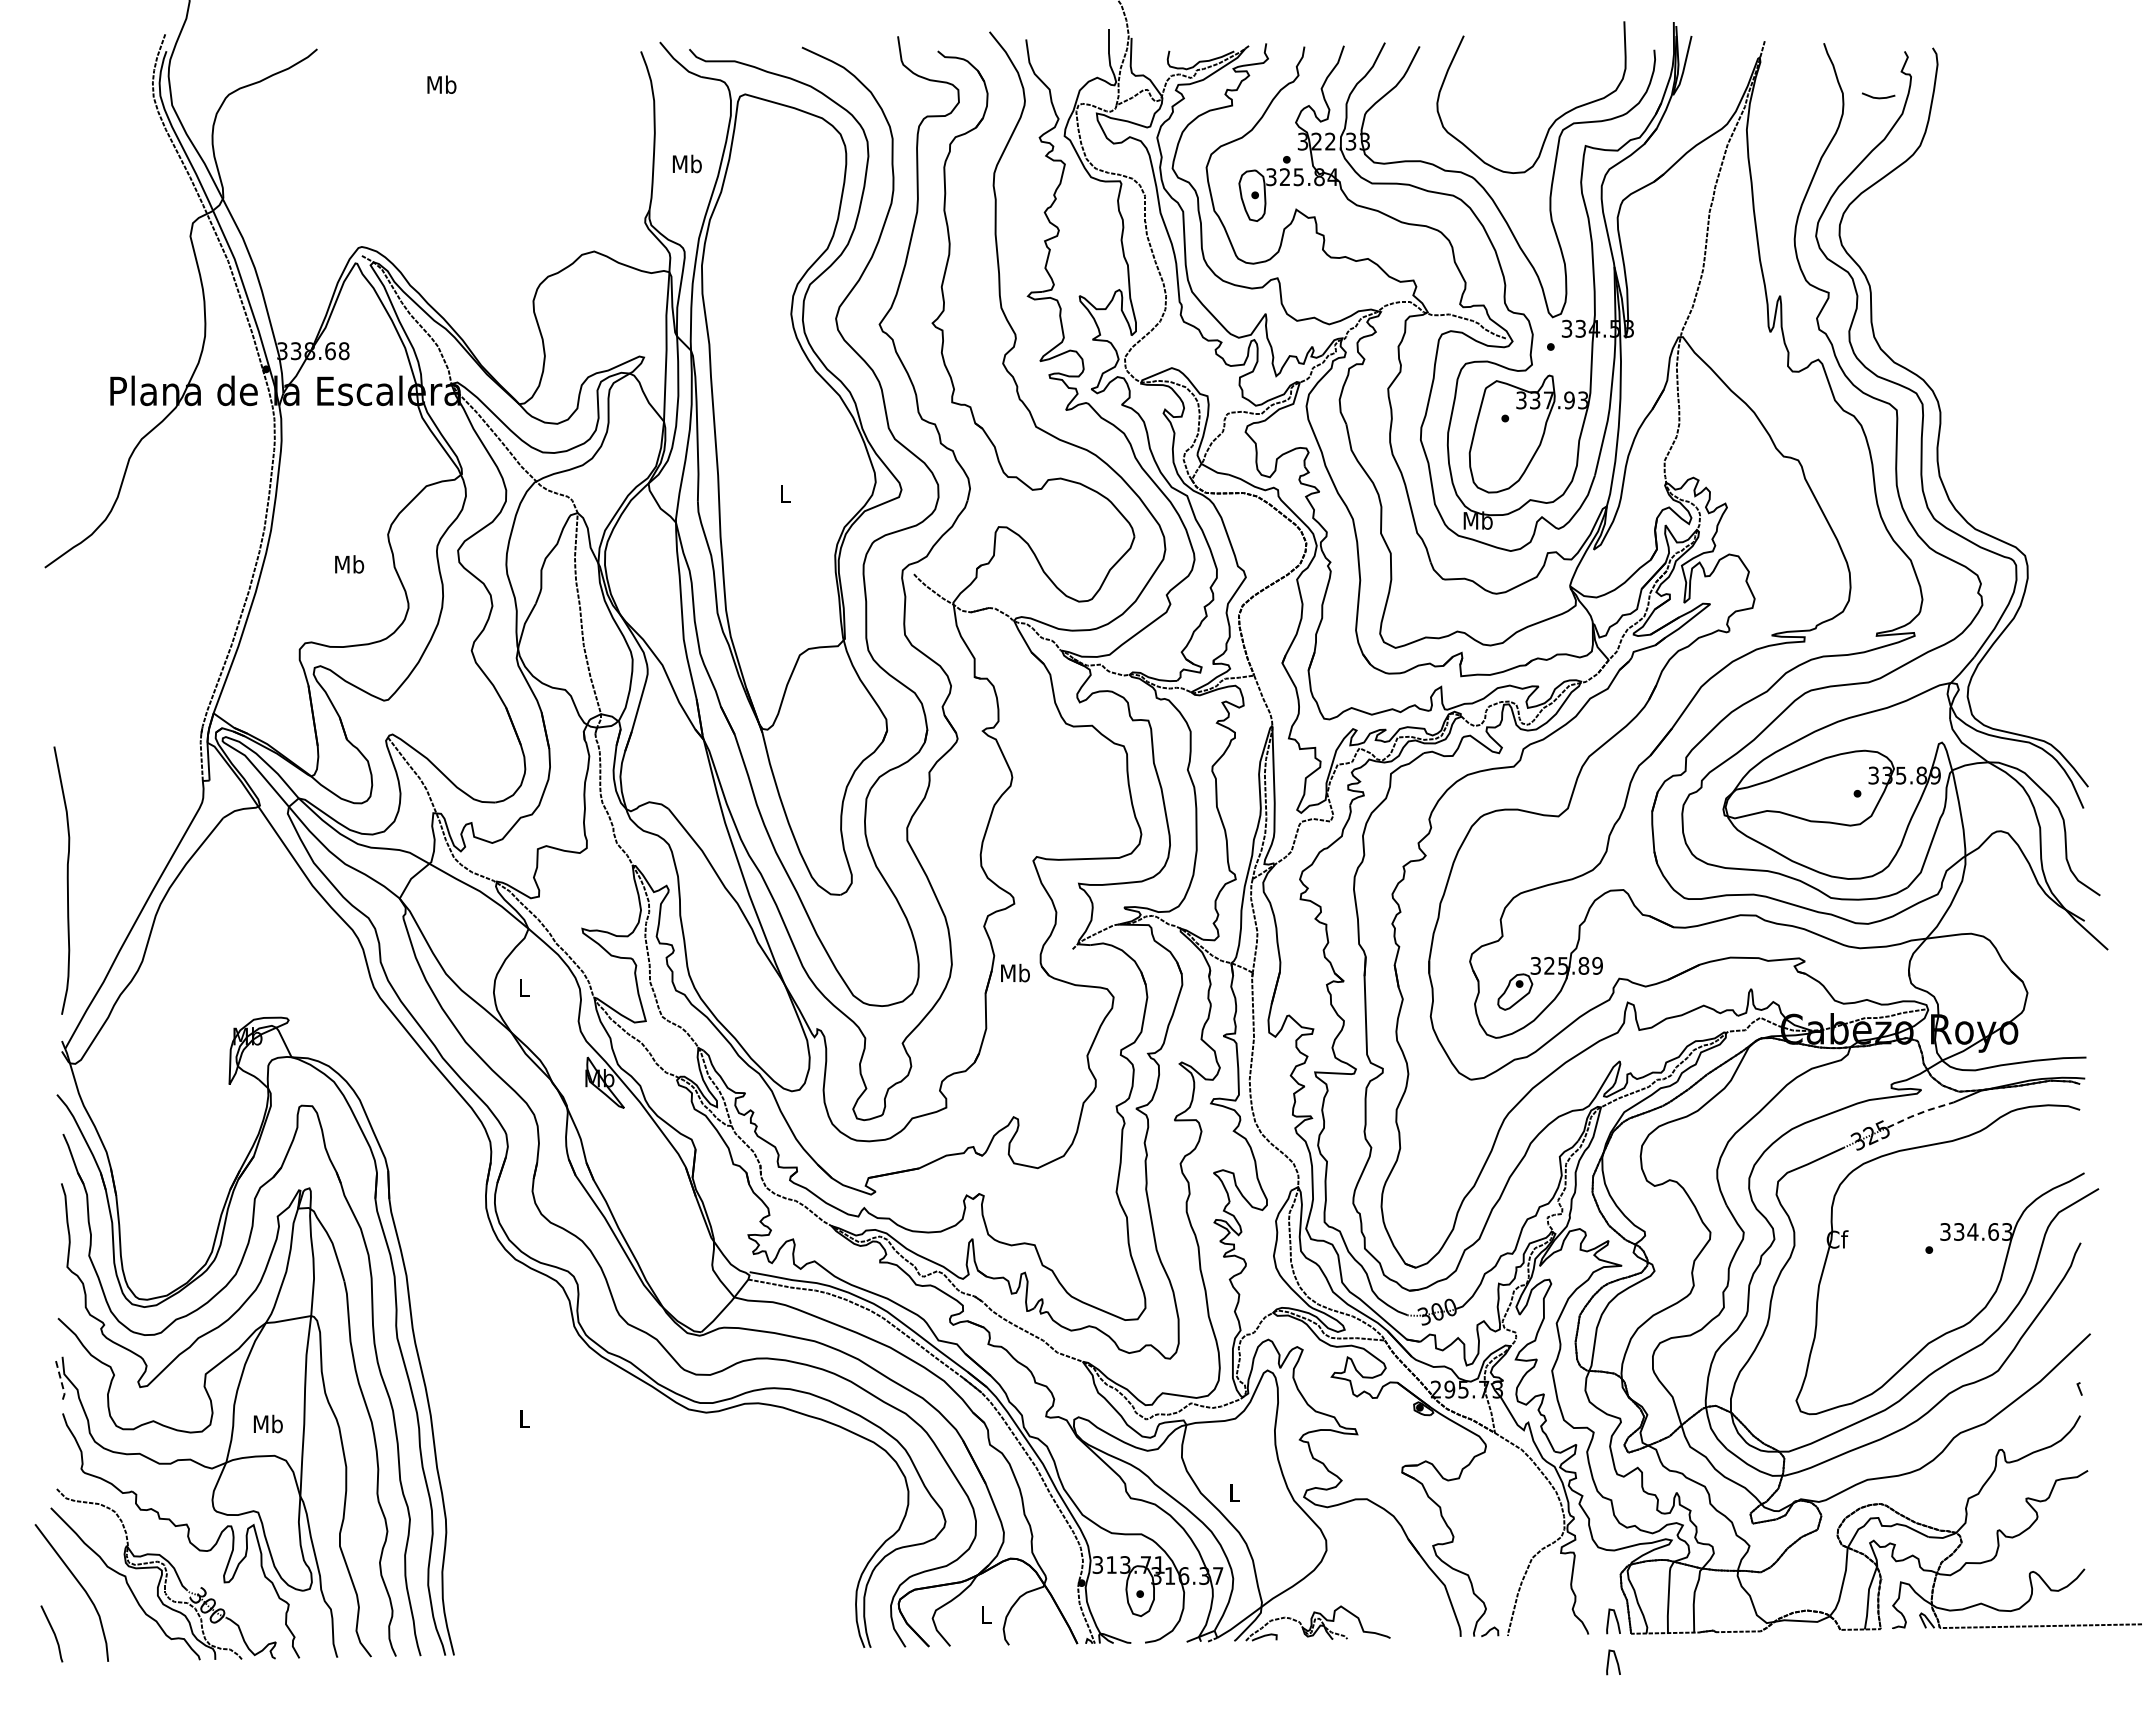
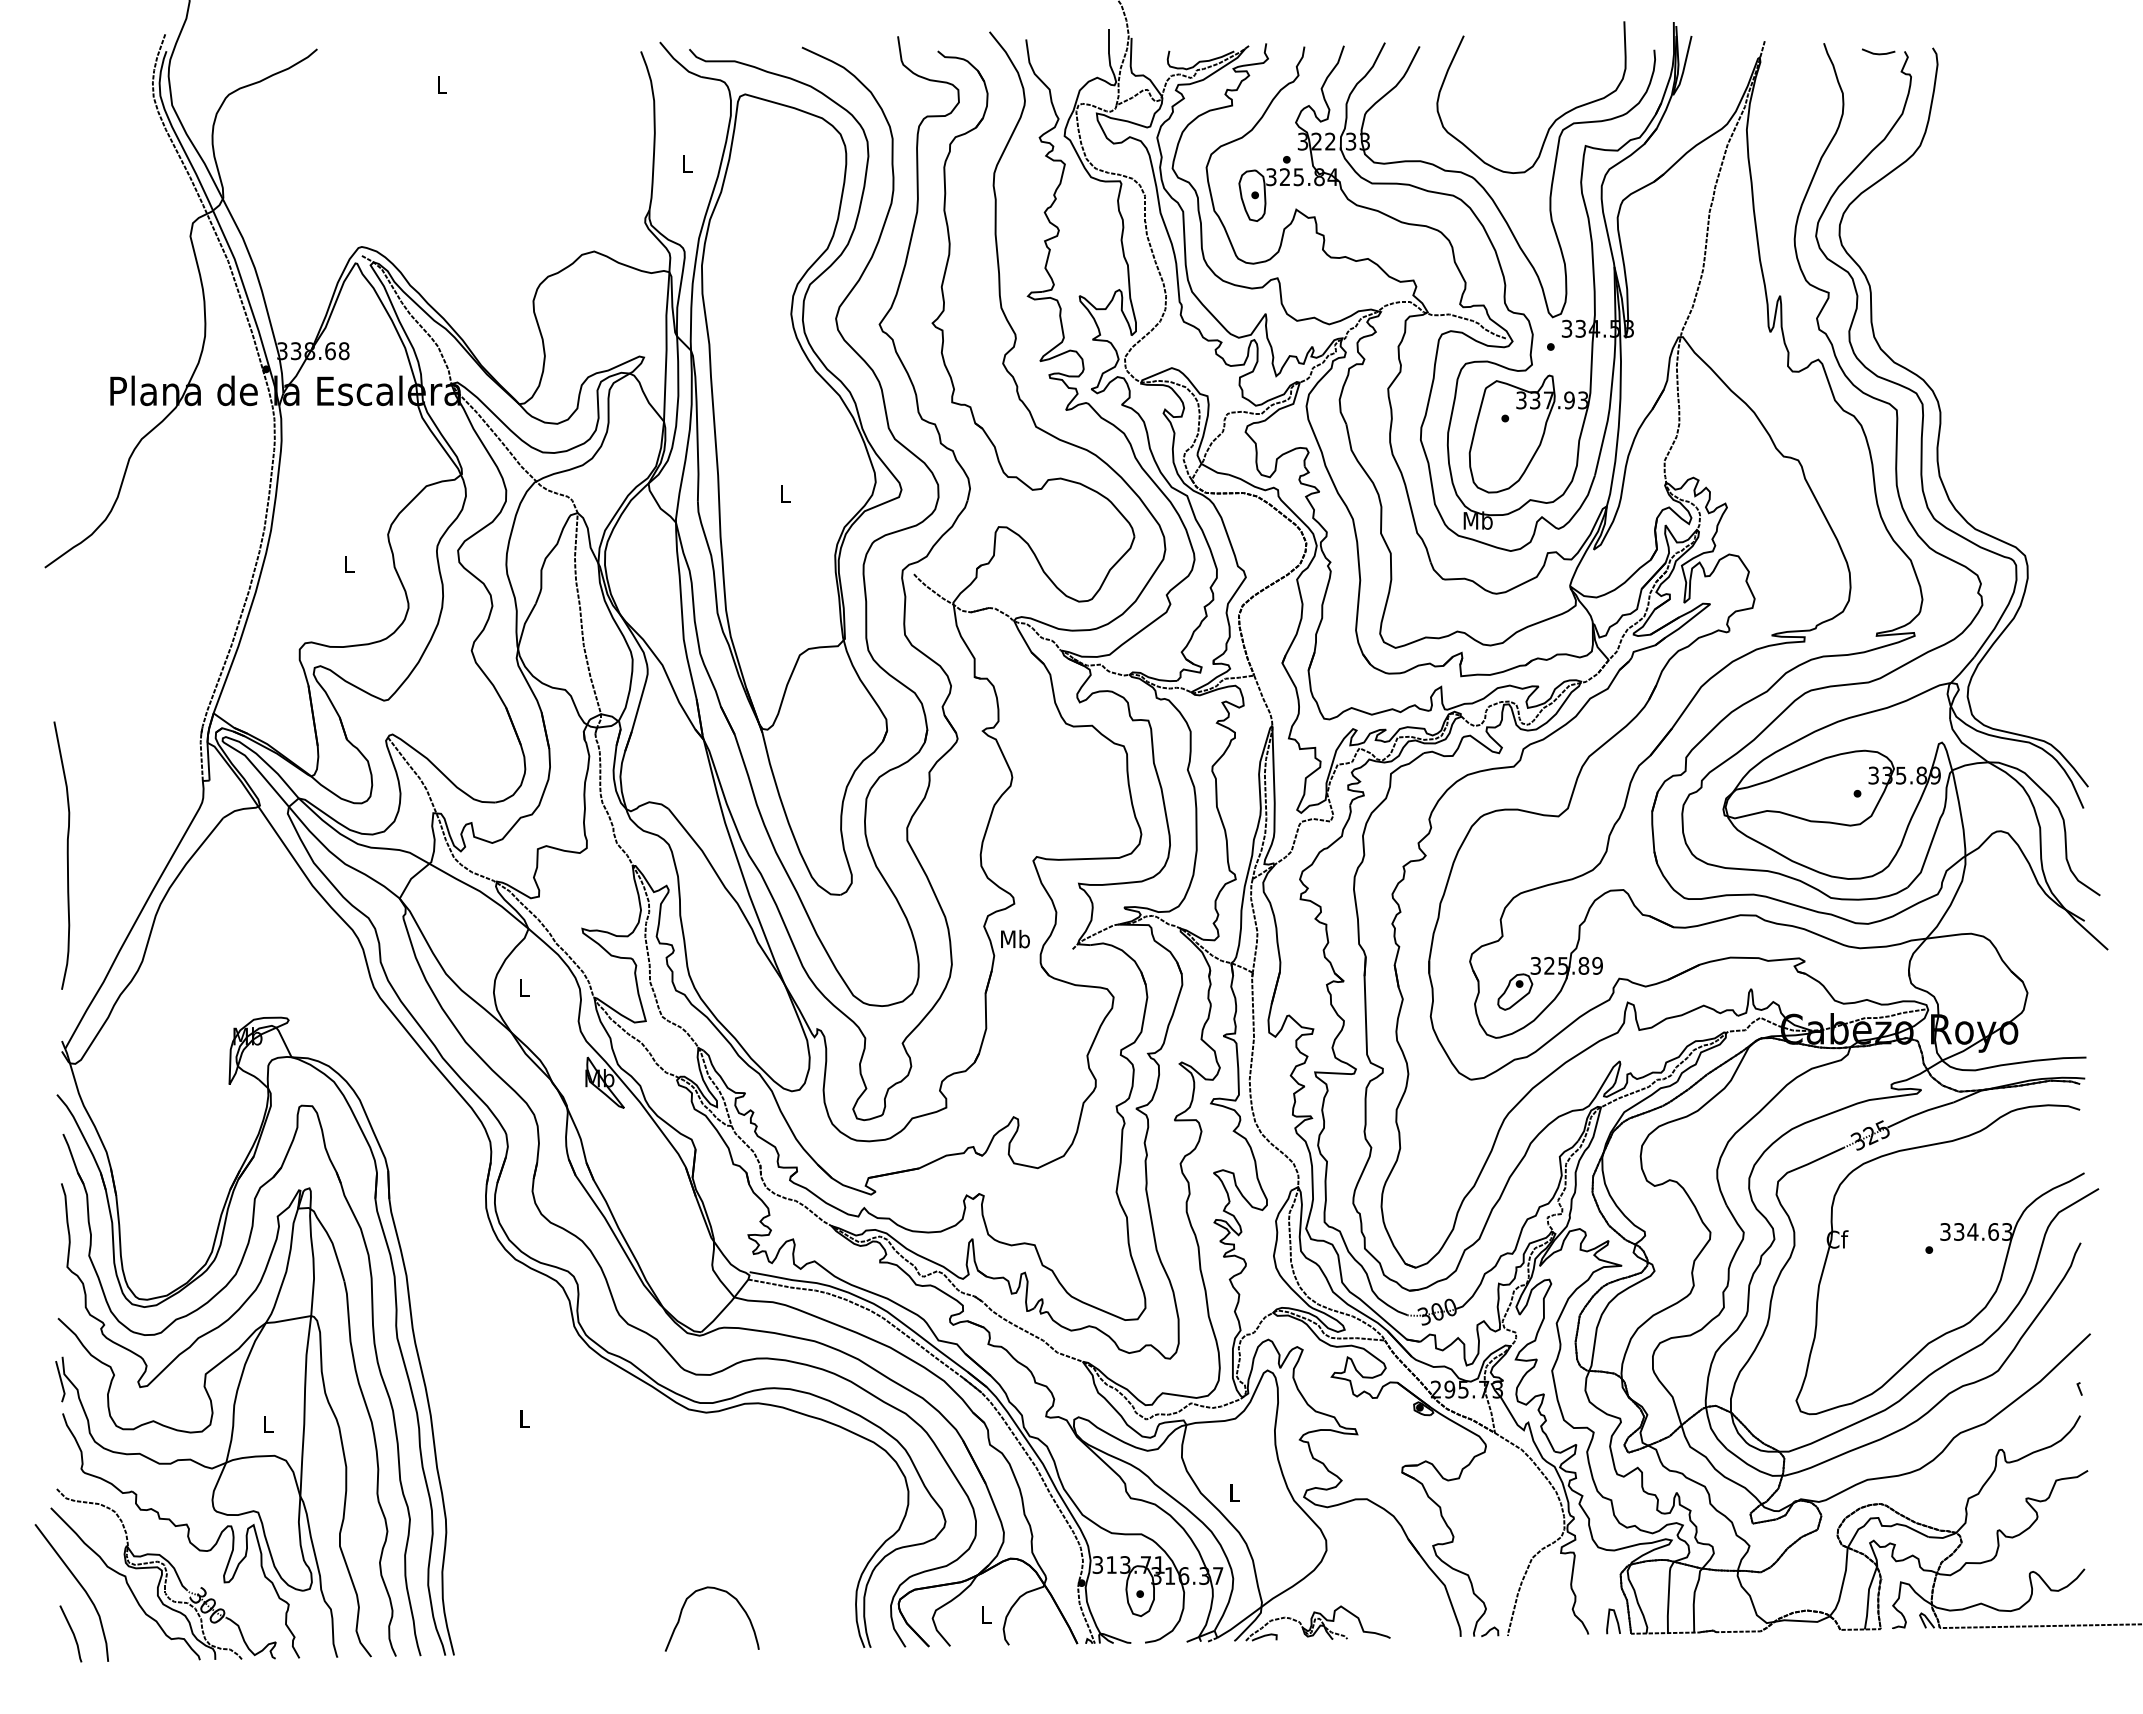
text at (441, 84): Mb -> L
line at (1878, 97) position: (1878, 97) -> (1878, 53)
text at (686, 163): Mb -> L
text at (349, 564): Mb -> L
curve at (66, 880) position: (66, 880) -> (66, 855)
text at (1015, 972) position: (1015, 972) -> (1015, 938)
line at (1920, 1113): dashed -> solid
line at (61, 1382): dashed -> solid
text at (267, 1423): Mb -> L
curve at (721, 1591): none -> present
line at (53, 1633) position: (53, 1633) -> (72, 1633)
curve at (1615, 1660): present -> none
